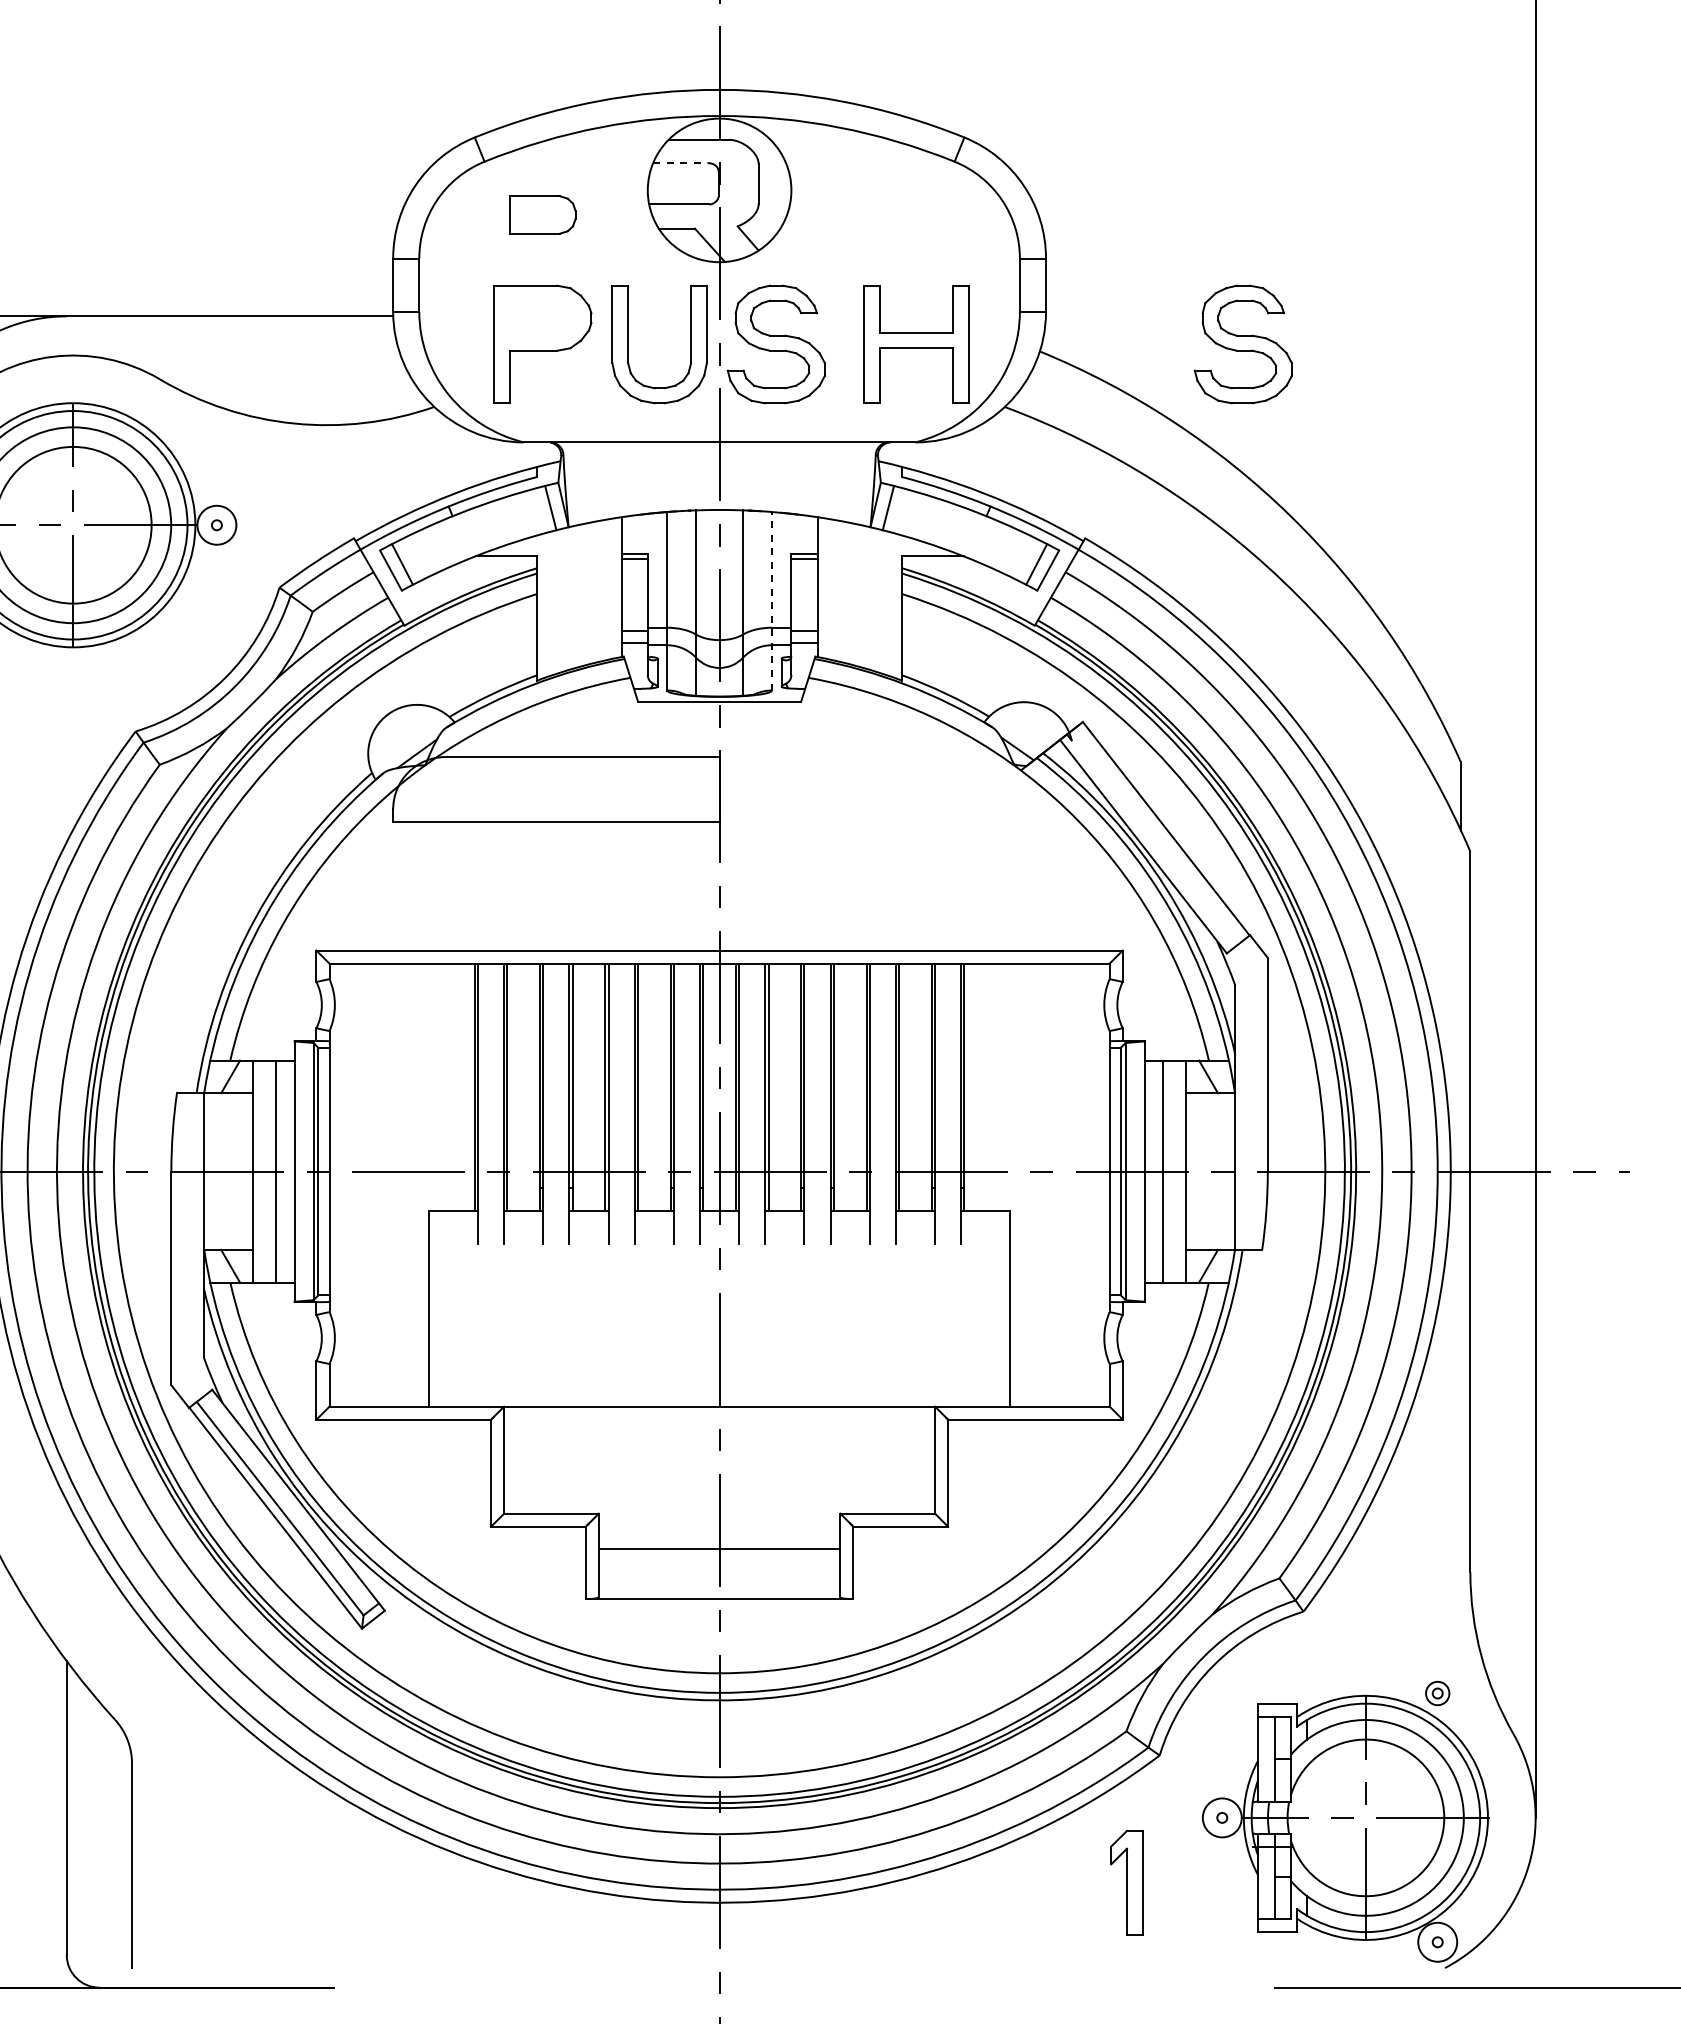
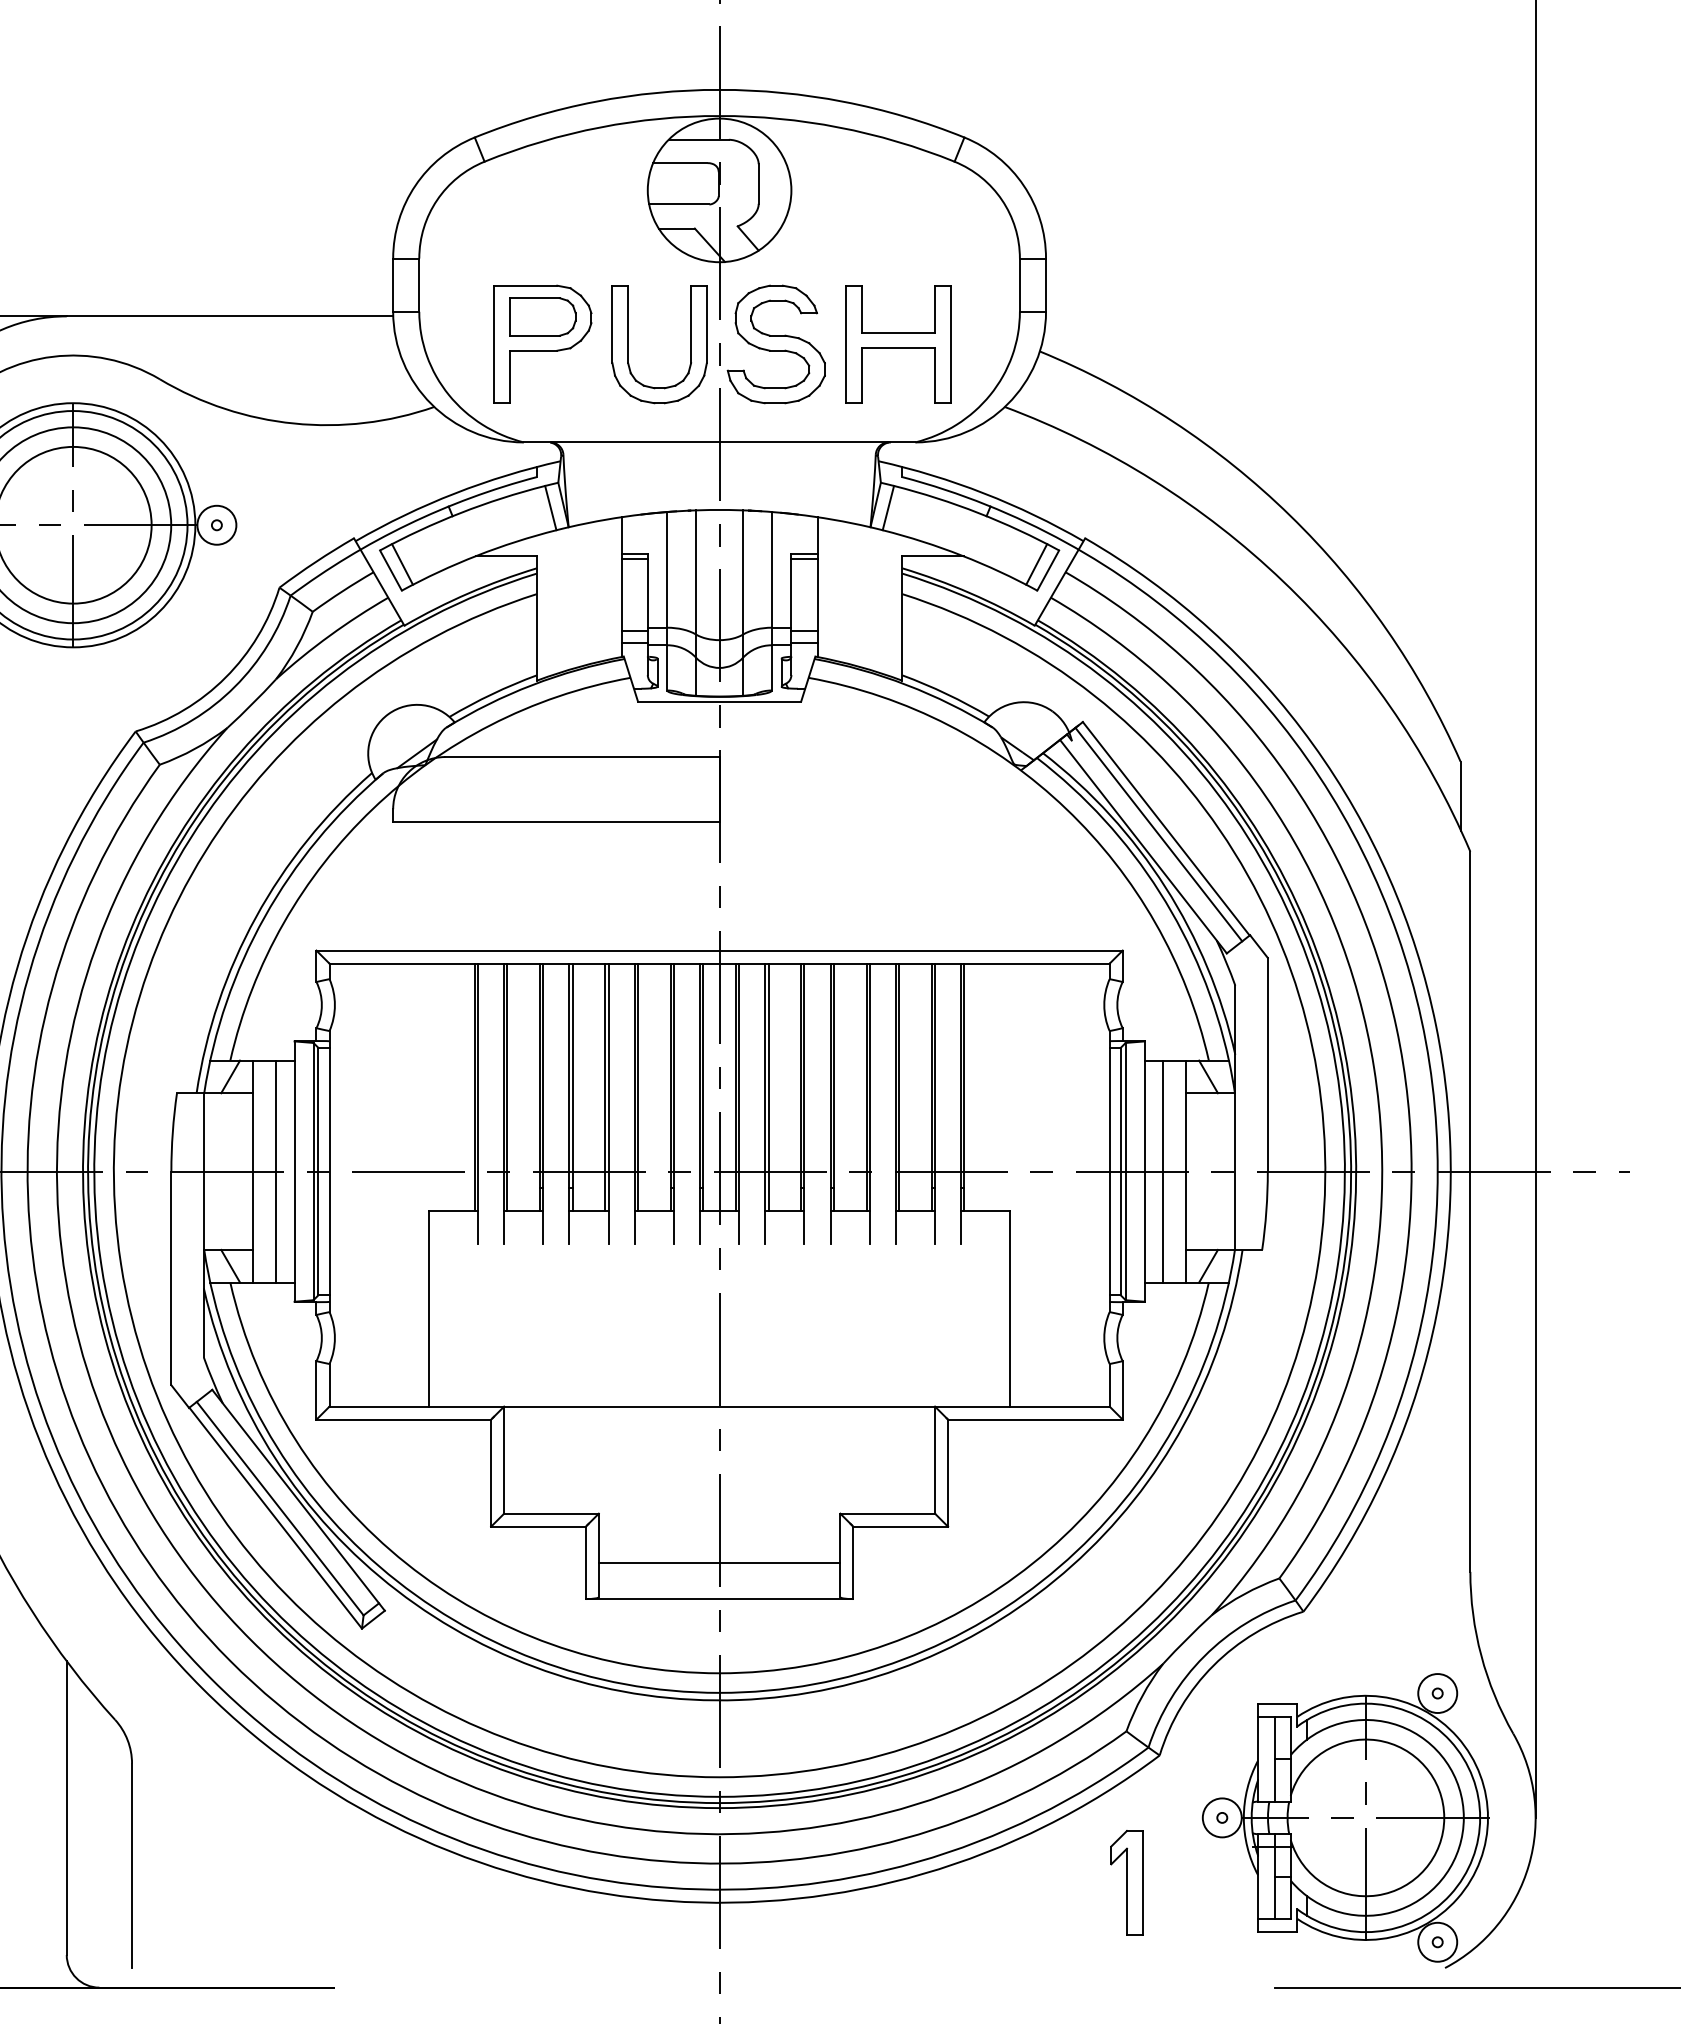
line at (680, 163): dashed -> solid
part at (542, 214) position: (542, 214) -> (542, 316)
part at (916, 344) position: (916, 344) -> (898, 344)
part at (1242, 344): present -> none
line at (771, 600): dashed -> solid
line at (1158, 834): none -> present
line at (719, 1549) position: (719, 1549) -> (719, 1563)
circle at (1437, 1693) diameter: 23 px -> 39 px
